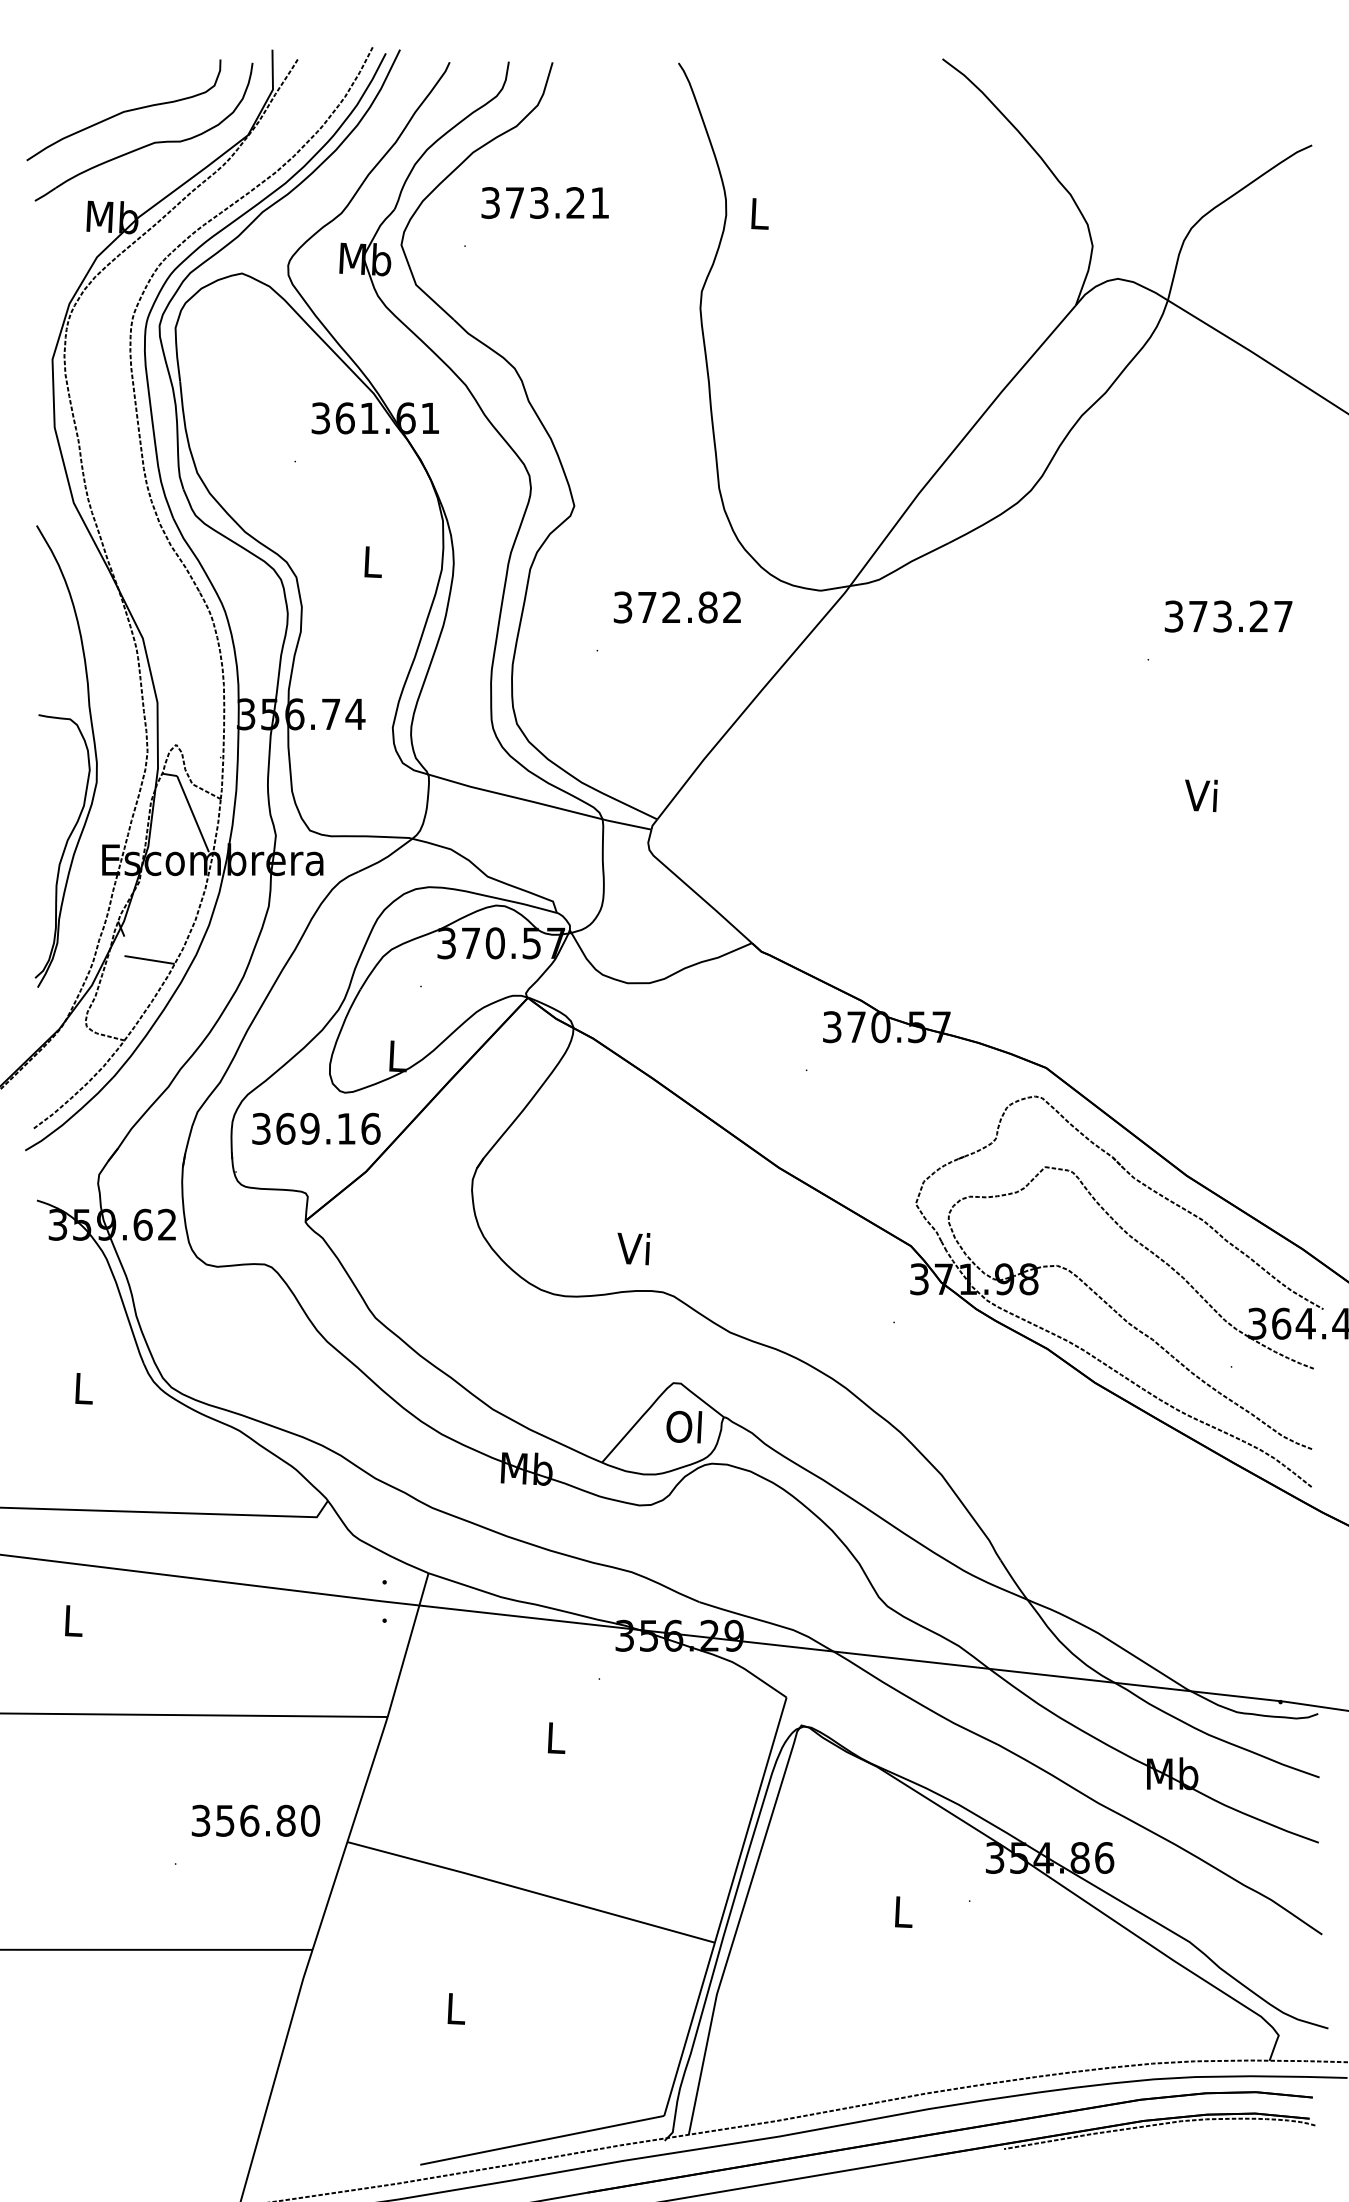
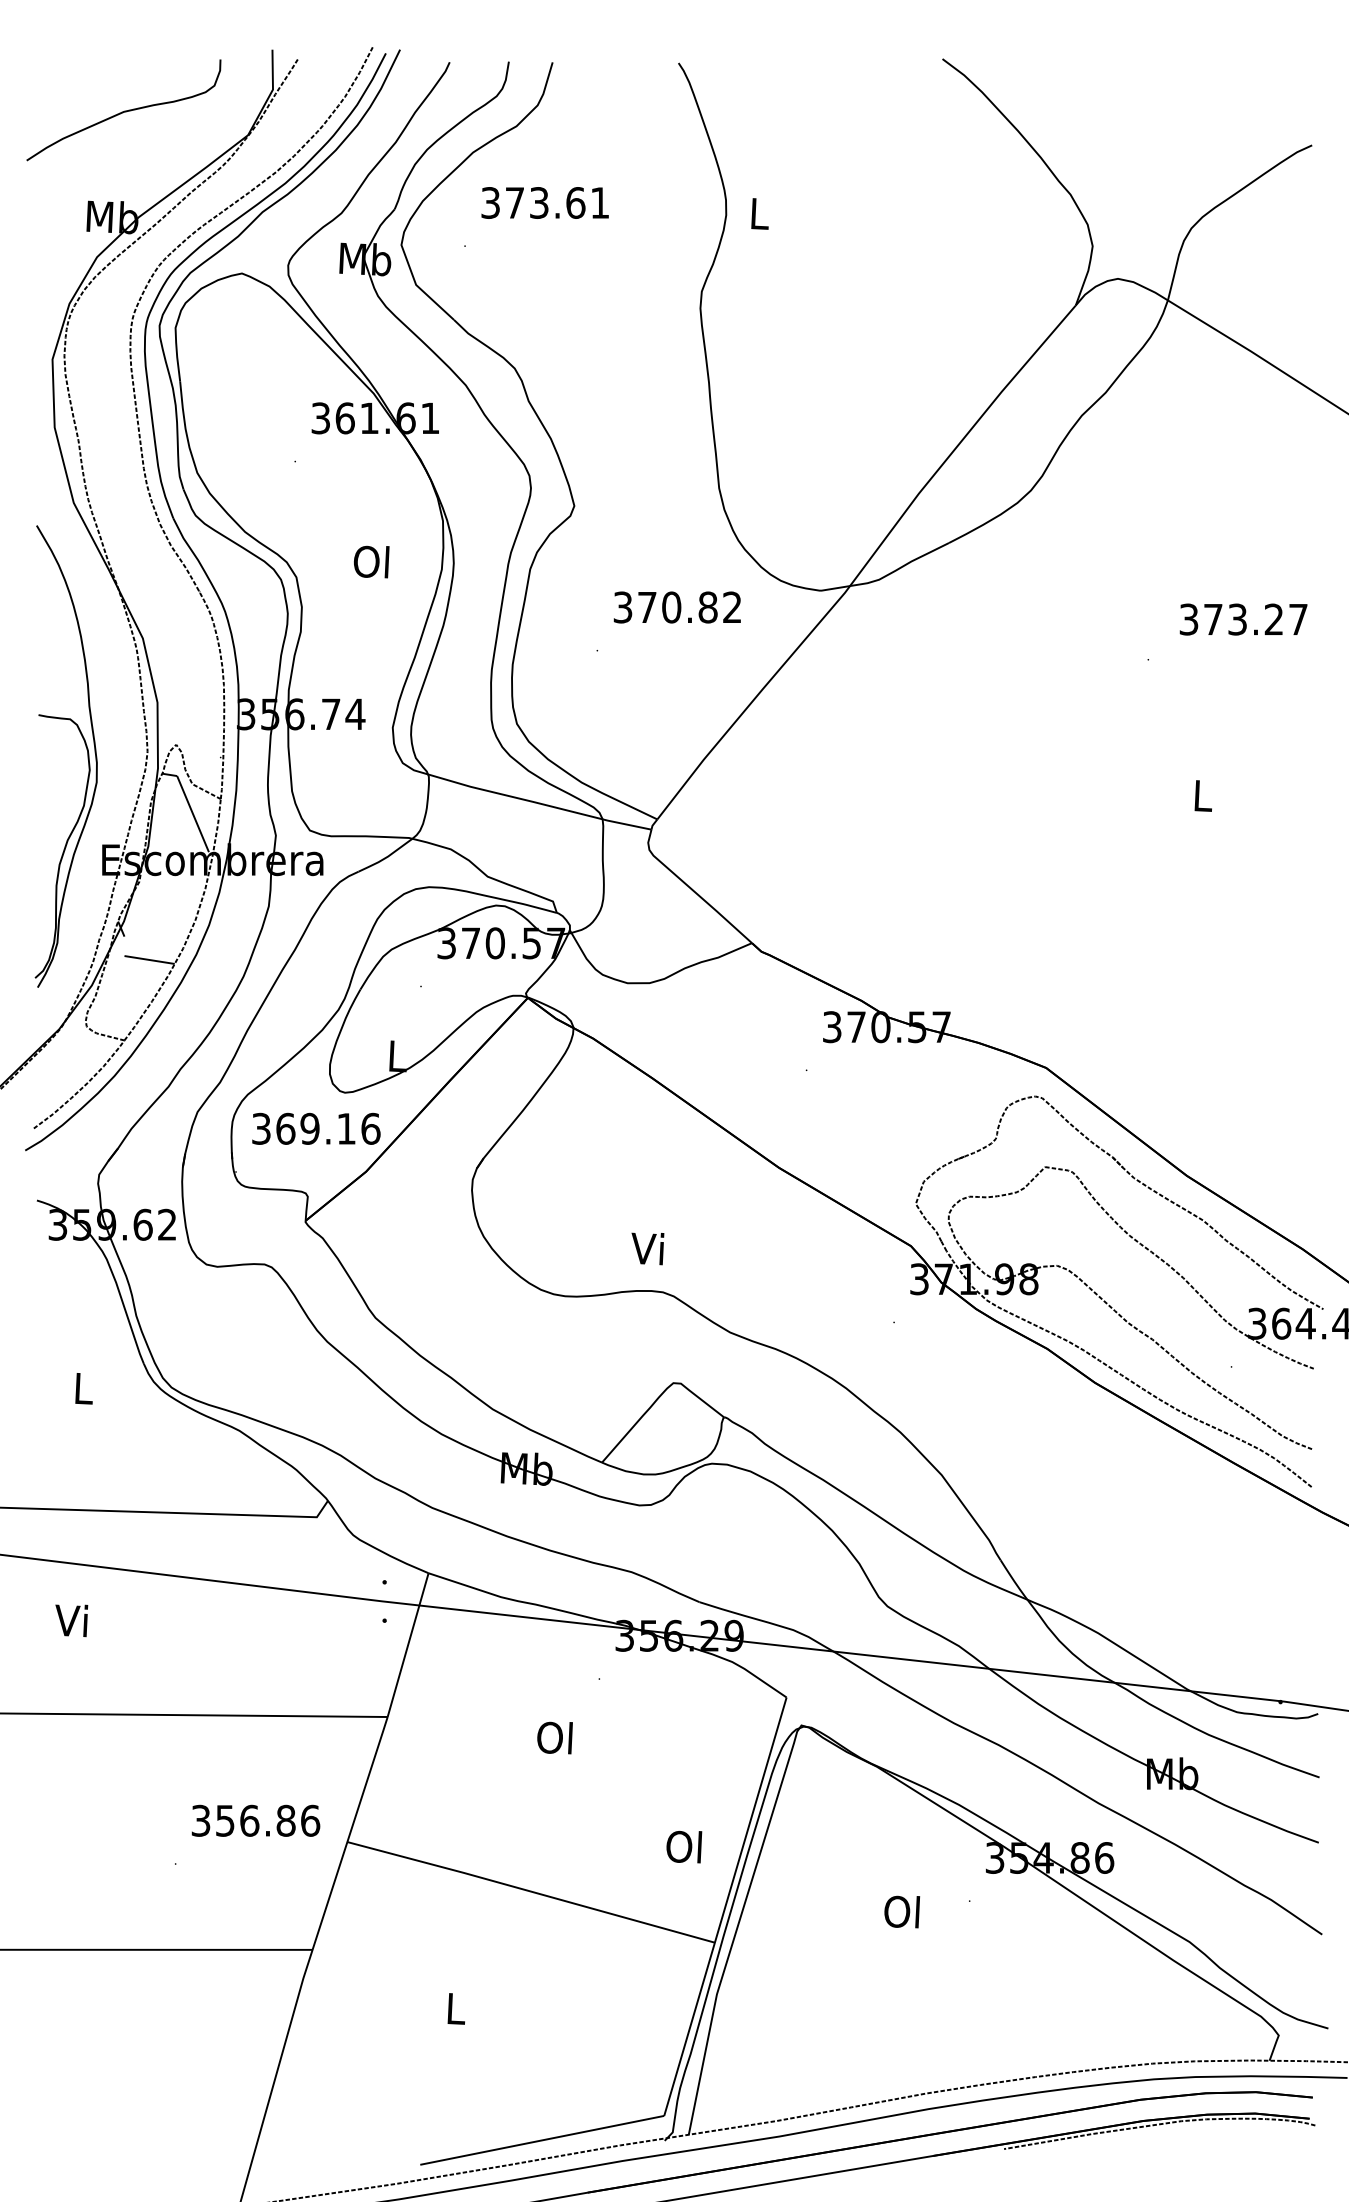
part at (149, 143): present -> none
text at (575, 202): 373.21 -> 373.61
text at (371, 561): L -> Ol
text at (671, 607): 372.82 -> 370.82
text at (1228, 616) position: (1228, 616) -> (1243, 619)
text at (1201, 795): Vi -> L
text at (633, 1248) position: (633, 1248) -> (647, 1248)
text at (684, 1427) position: (684, 1427) -> (684, 1847)
text at (71, 1620): L -> Vi
text at (554, 1737): L -> Ol
text at (310, 1820): 356.80 -> 356.86
text at (902, 1911): L -> Ol
